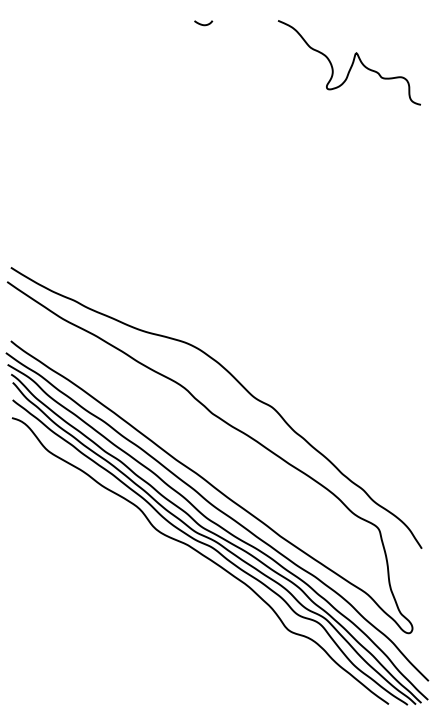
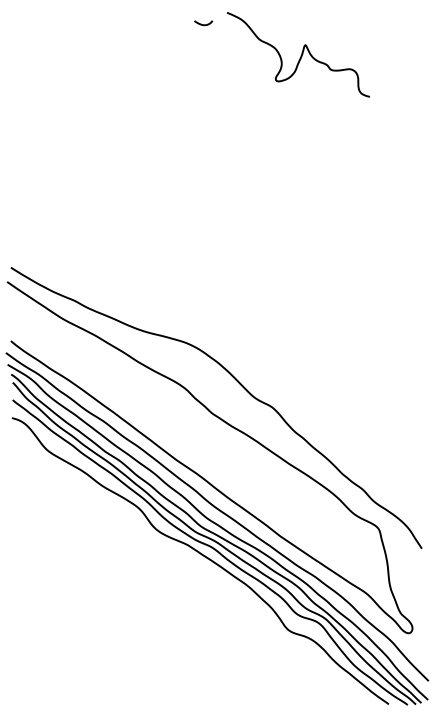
curve at (351, 63) position: (351, 63) -> (300, 55)
